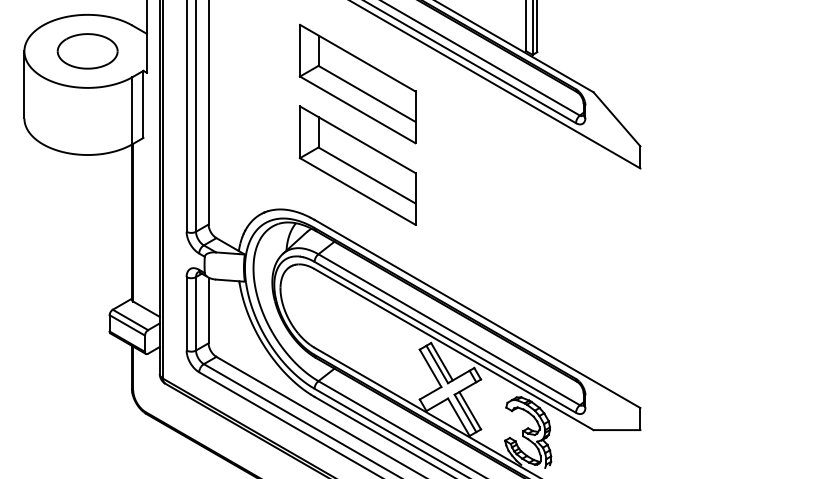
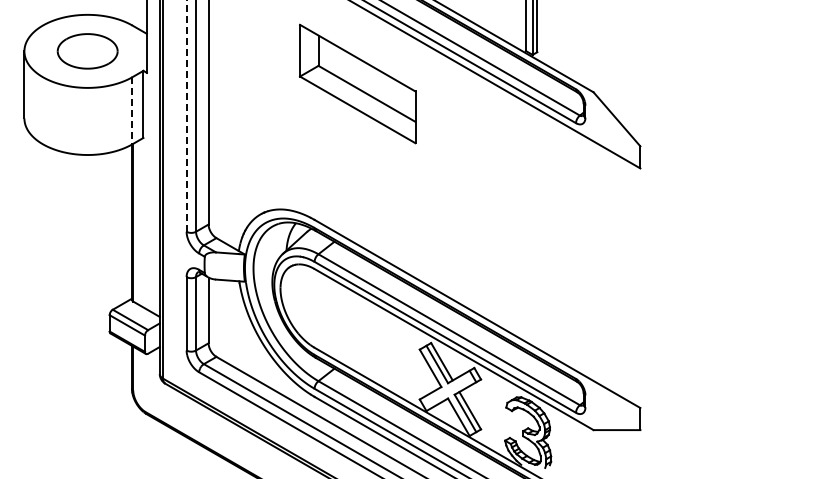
line at (132, 110): solid -> dashed
line at (186, 116): solid -> dashed
part at (357, 165): present -> none
